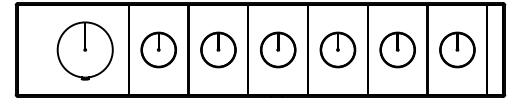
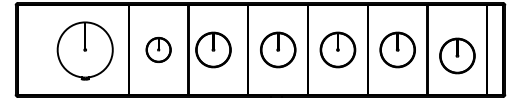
part at (158, 49) size: 37x38 px -> 27x26 px
part at (218, 49) position: (218, 49) -> (213, 49)
part at (457, 49) position: (457, 49) -> (457, 55)
